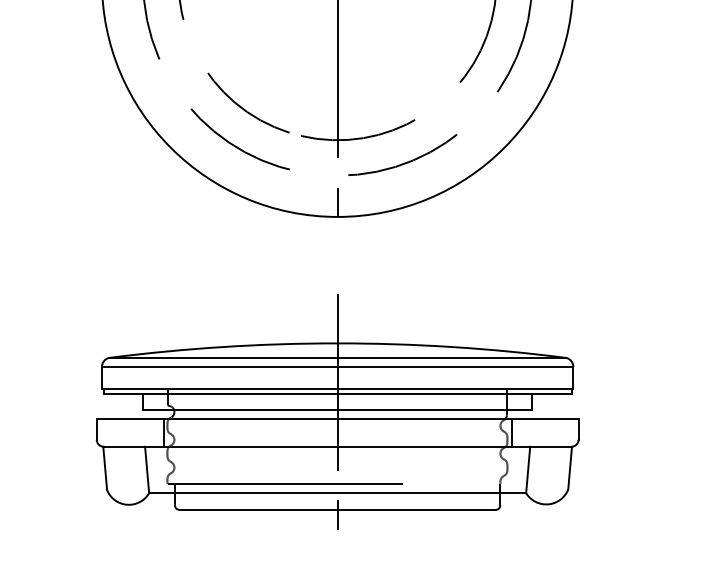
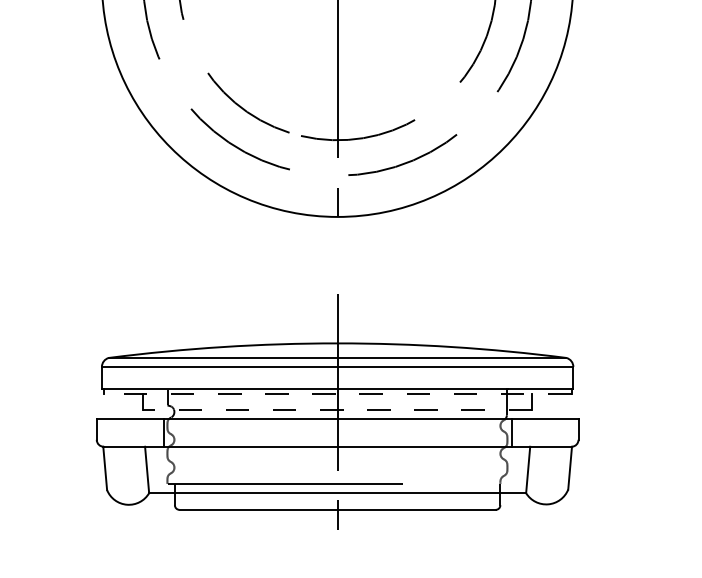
line at (337, 393): solid -> dashed
line at (337, 409): solid -> dashed
